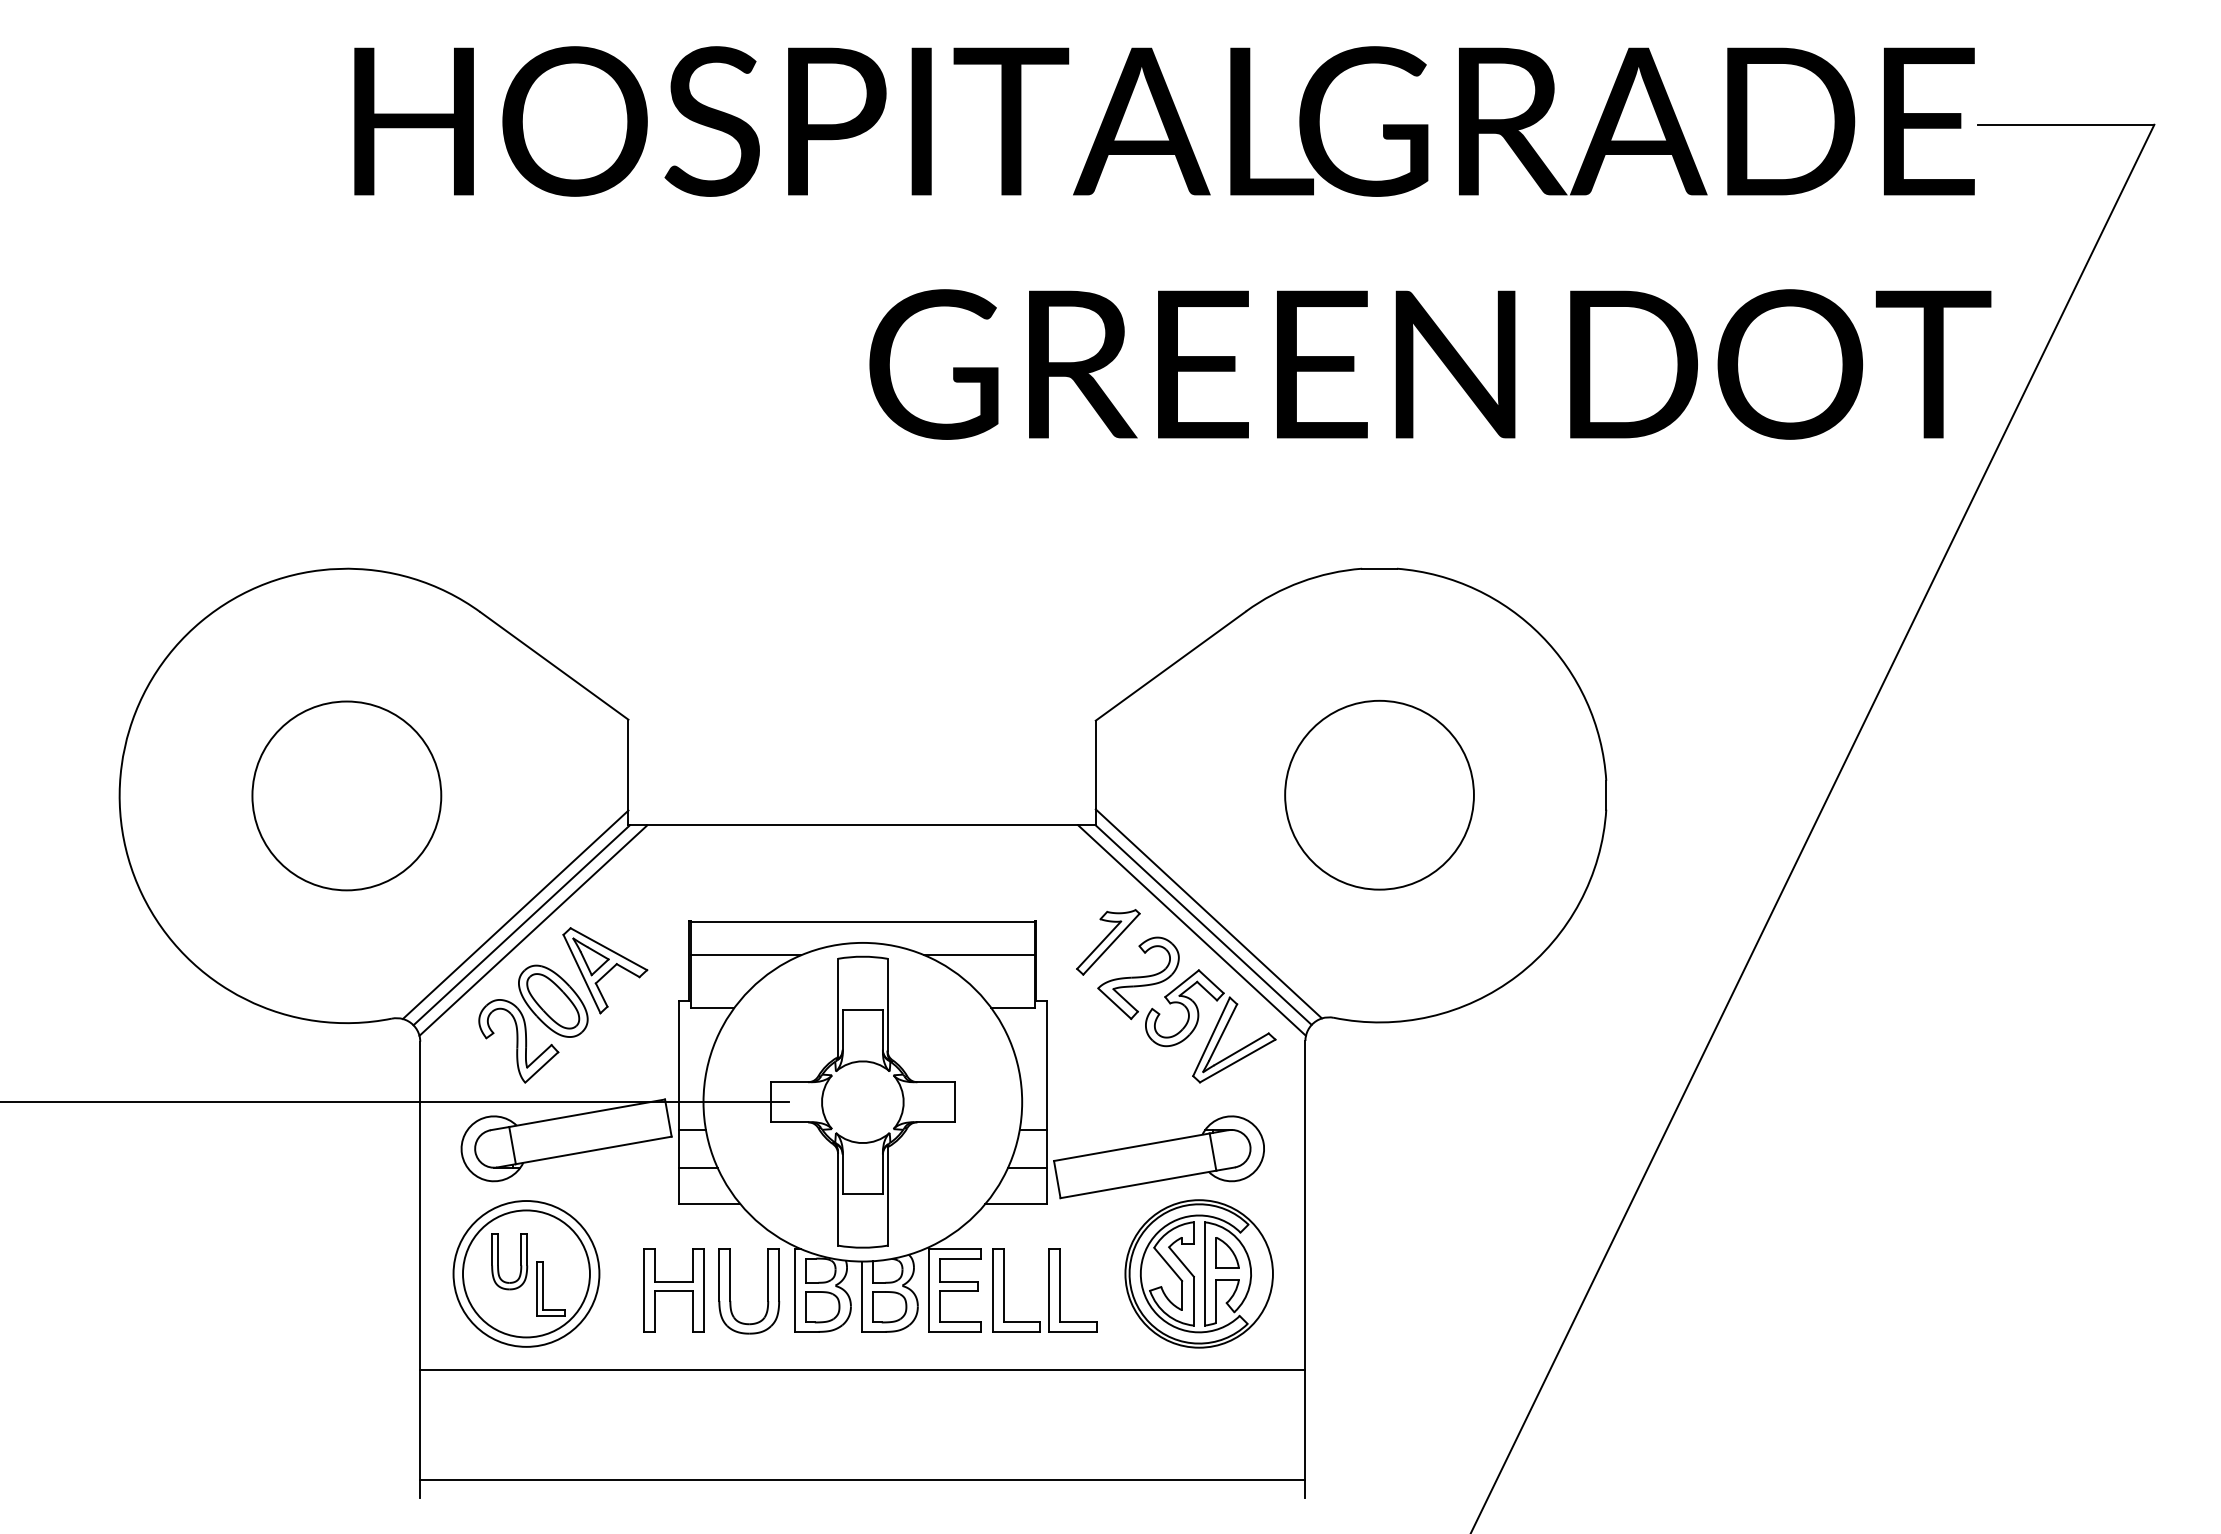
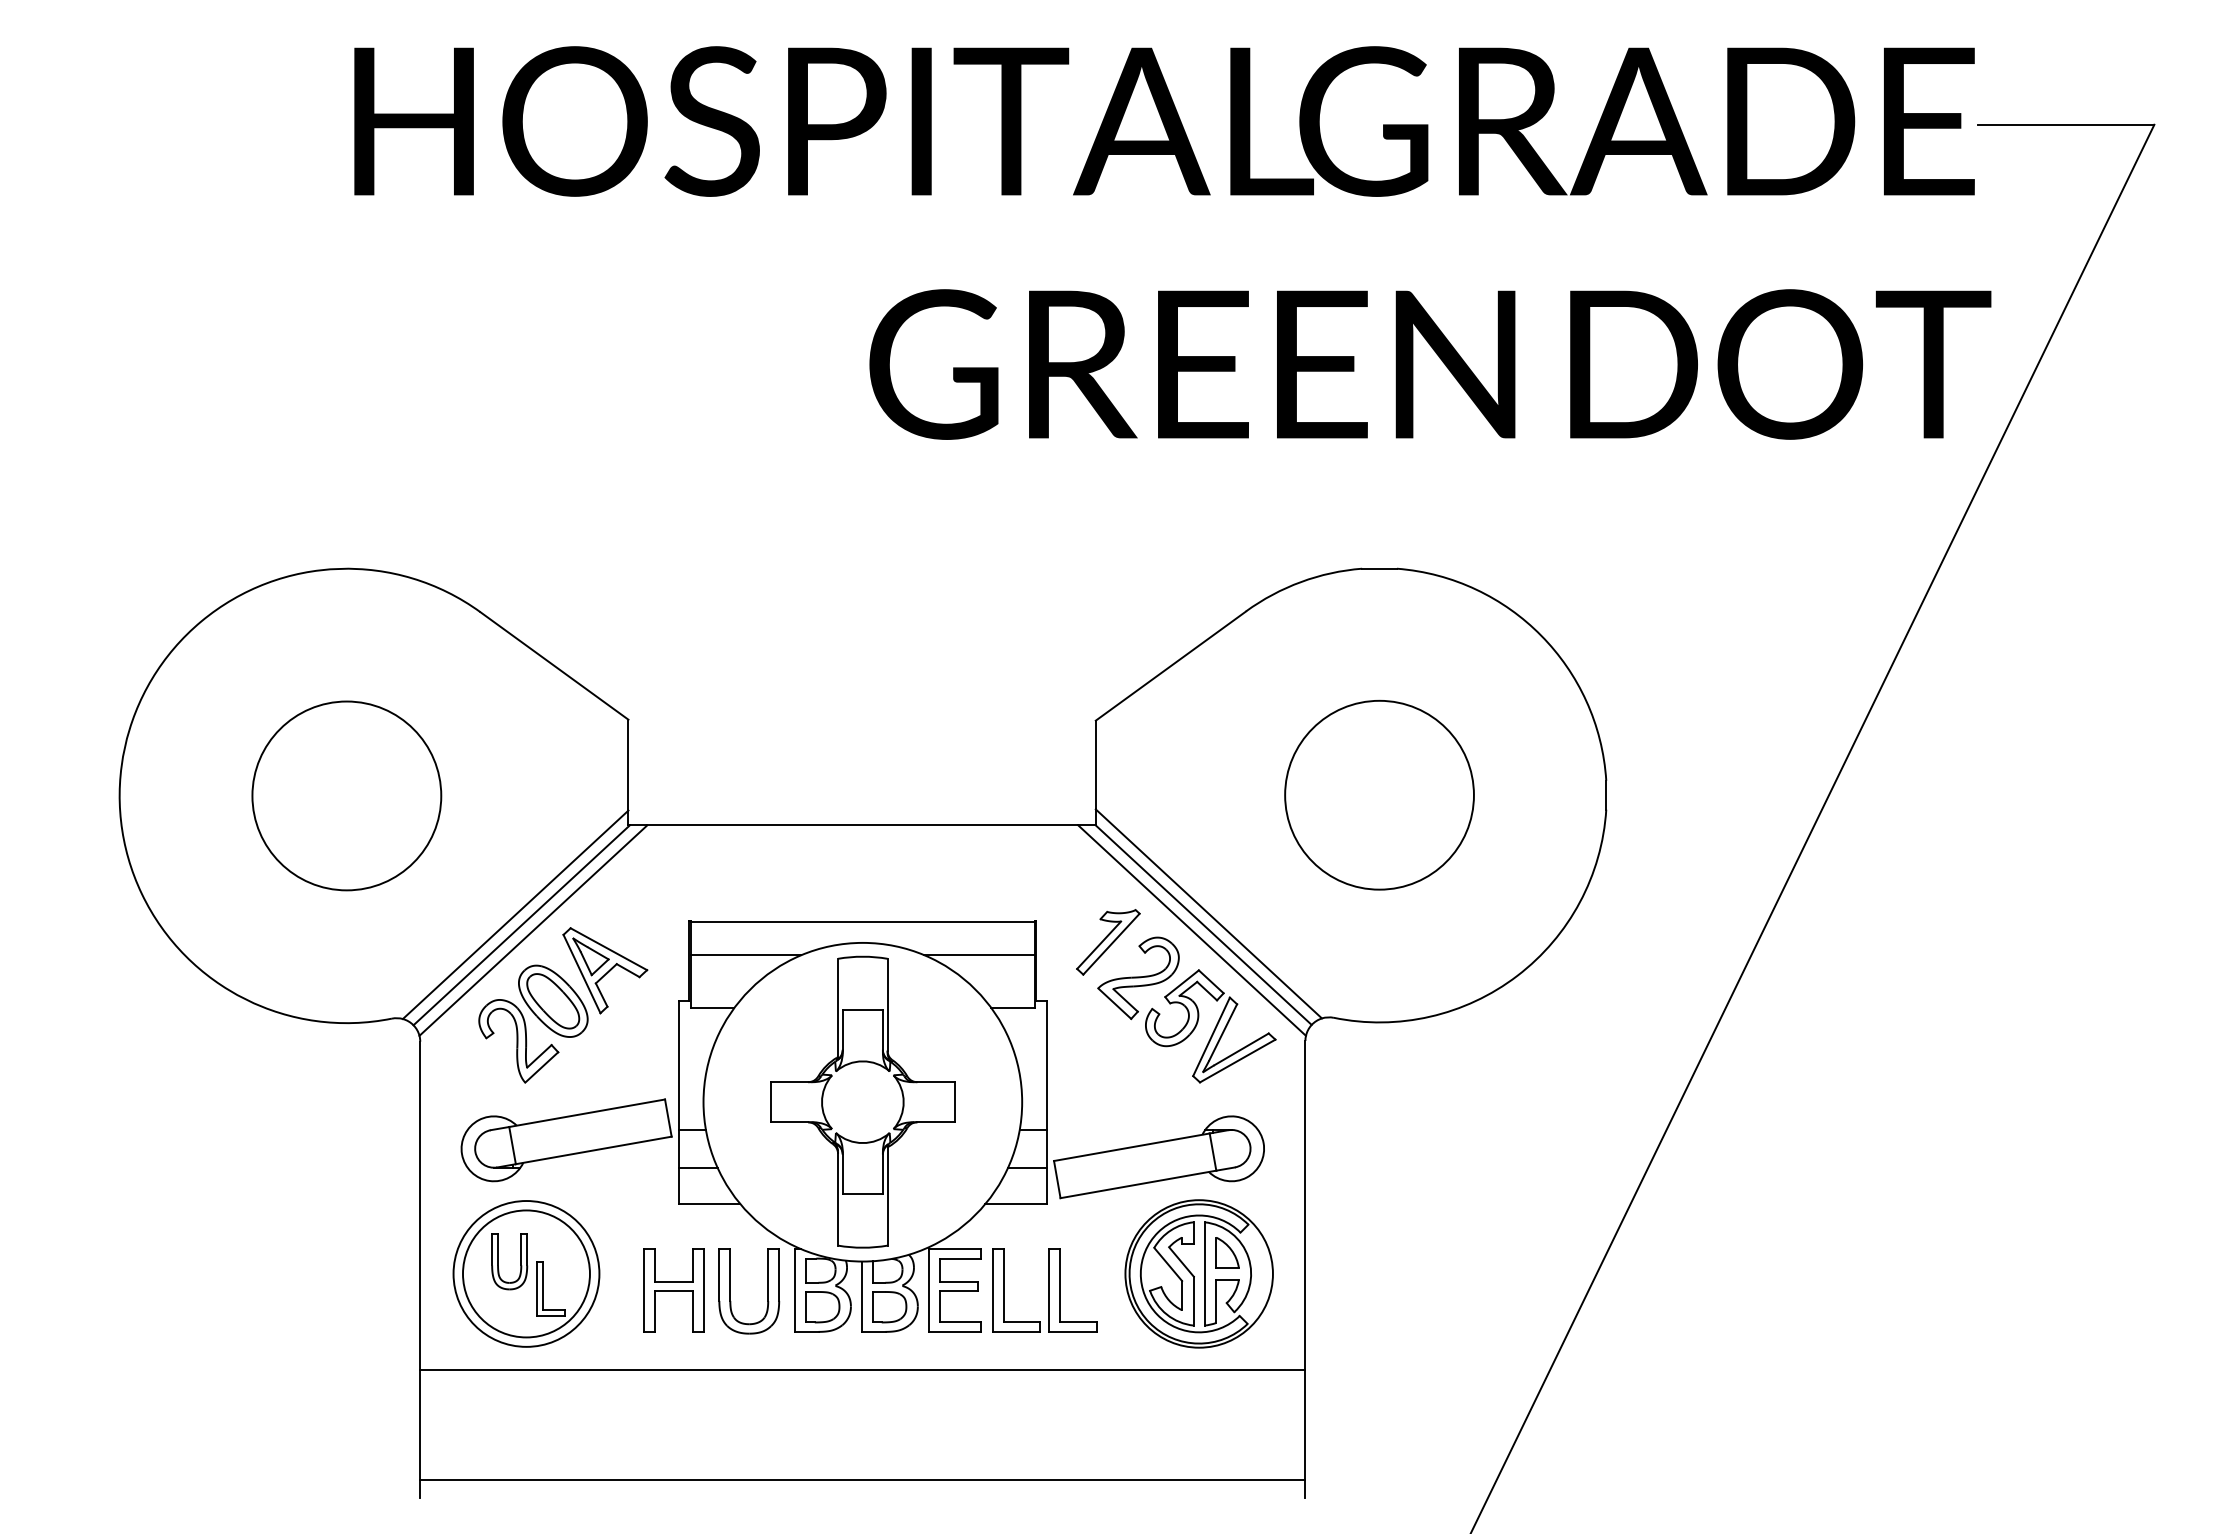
line at (395, 1102): present -> none
